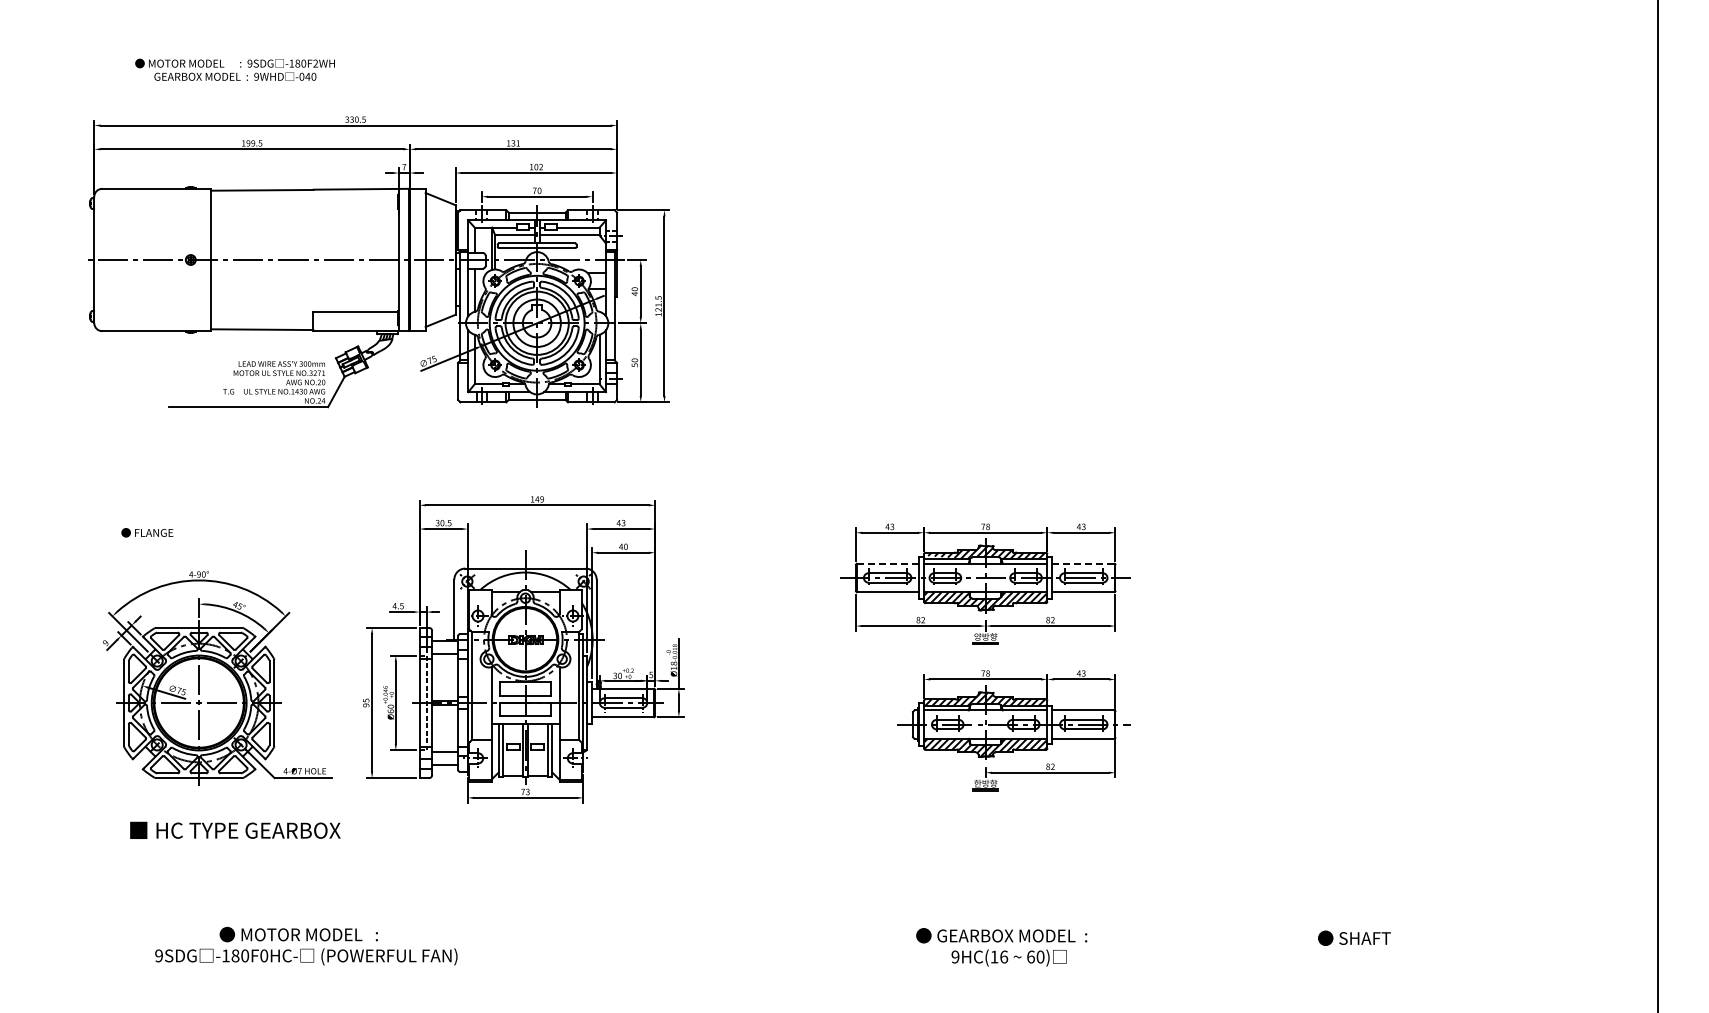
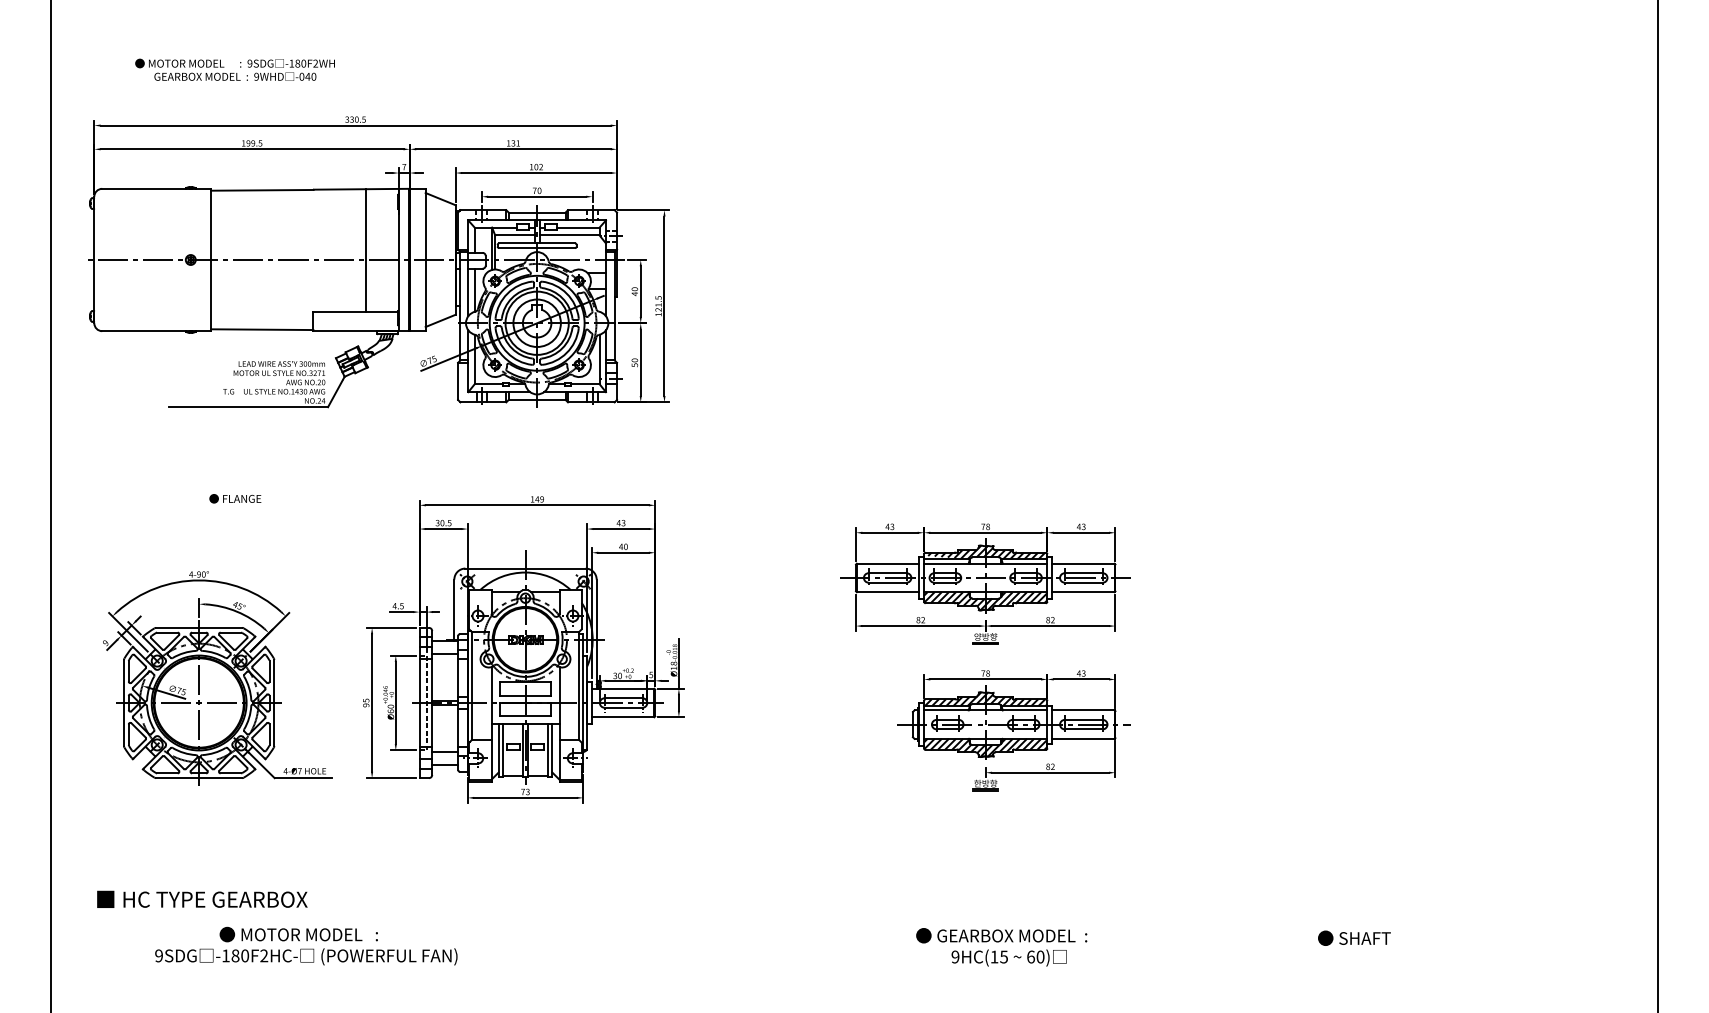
line at (366, 250): none -> present
line at (51, 505): none -> present
text at (147, 532) position: (147, 532) -> (235, 498)
line at (888, 563): dashed -> solid
line at (1083, 563): dashed -> solid
text at (235, 829) position: (235, 829) -> (202, 898)
text at (264, 955): -180F0HC- -> -180F2HC-
text at (1004, 956): 9HC(16 -> 9HC(15
